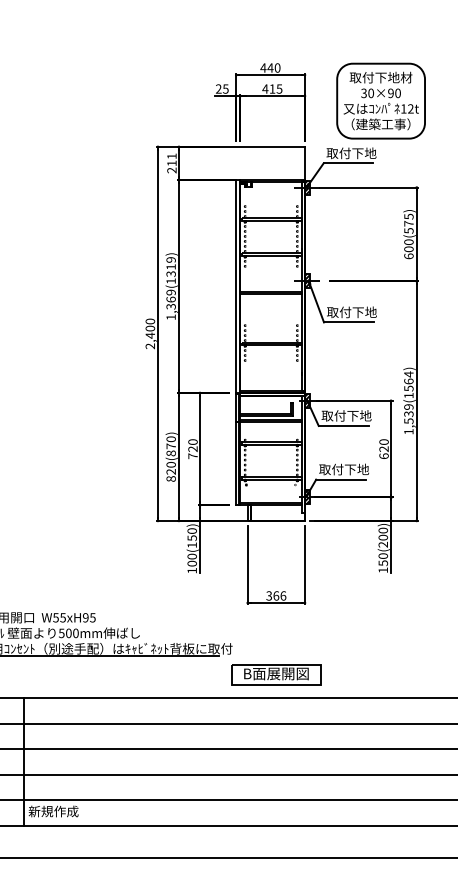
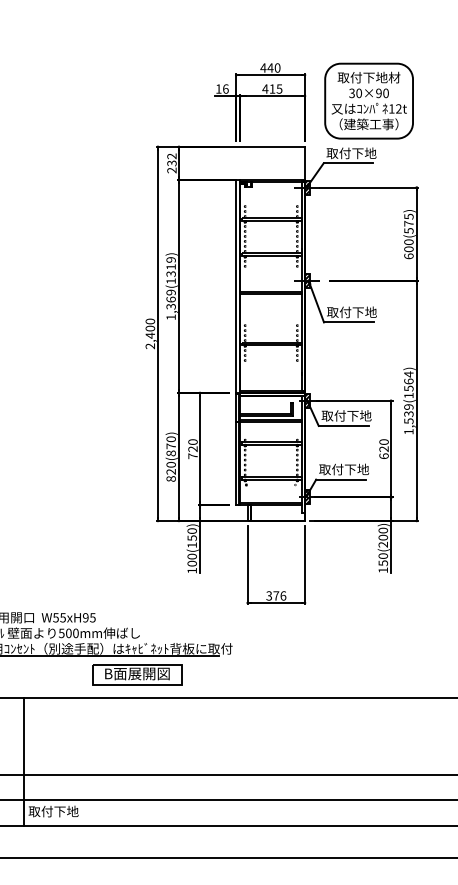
text at (221, 88): 25 -> 16
part at (380, 100) position: (380, 100) -> (368, 100)
text at (171, 159): 211 -> 232
text at (276, 595): 366 -> 376
part at (276, 674) position: (276, 674) -> (137, 674)
line at (228, 723): present -> none
line at (228, 749): present -> none
text at (53, 811): 新規作成 -> 取付下地
